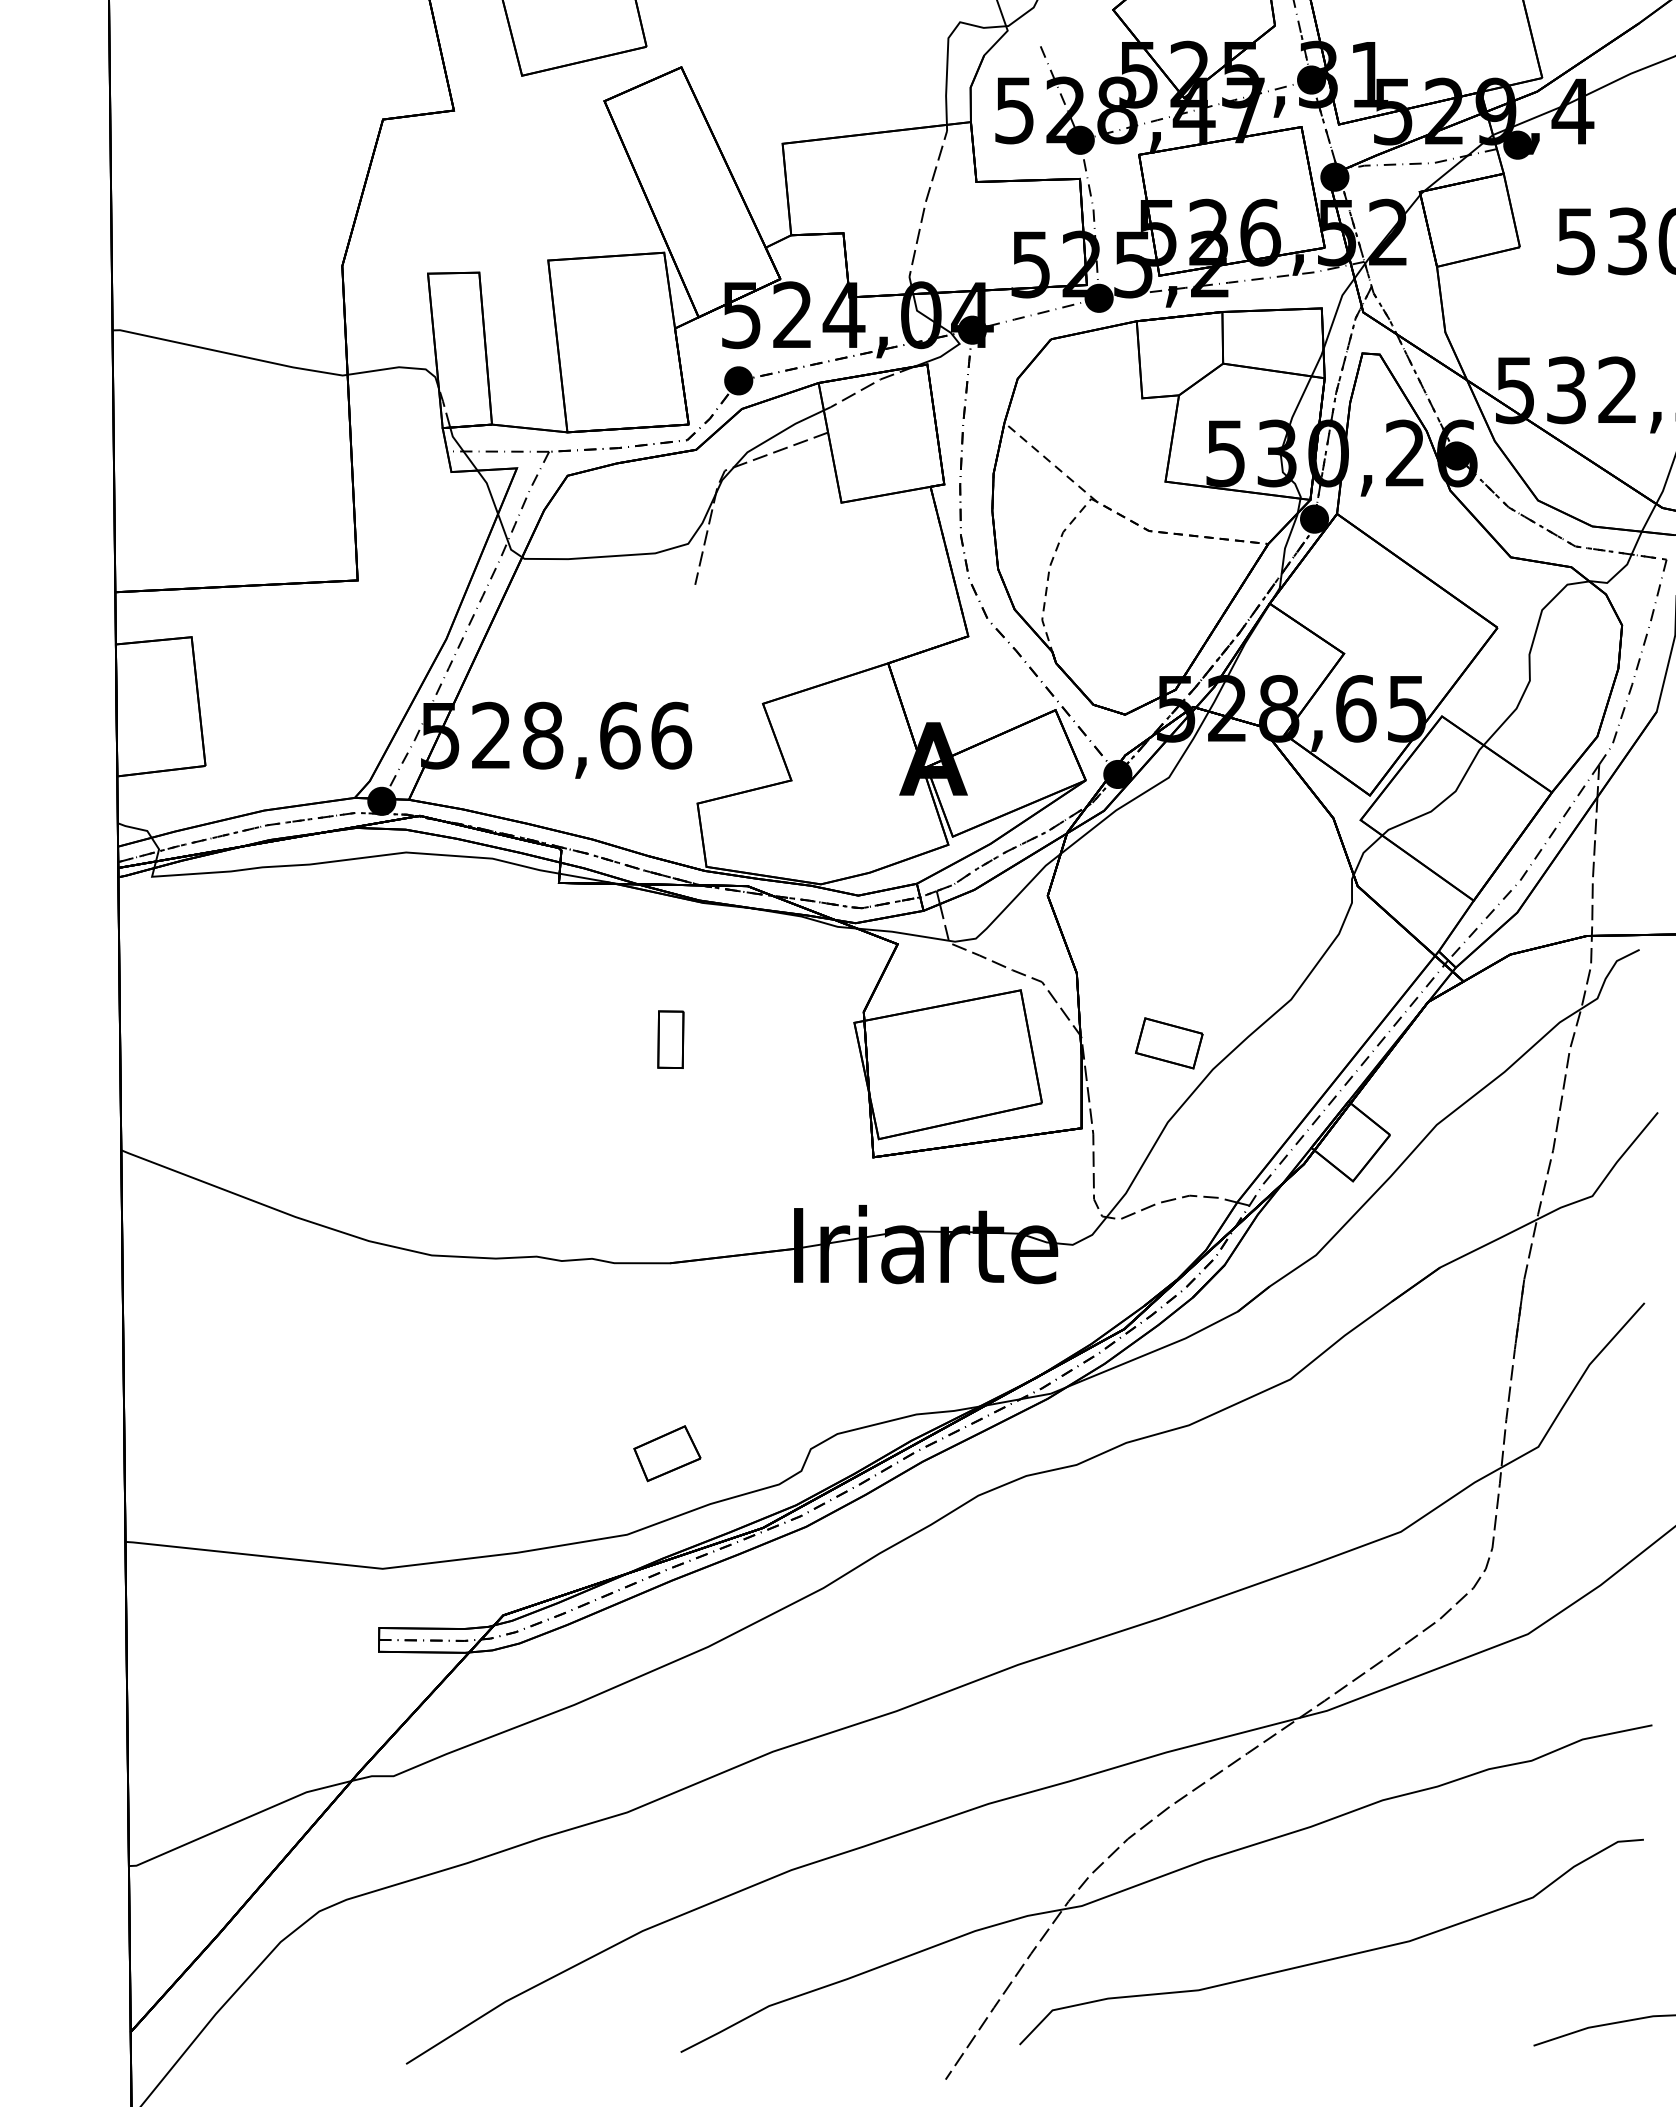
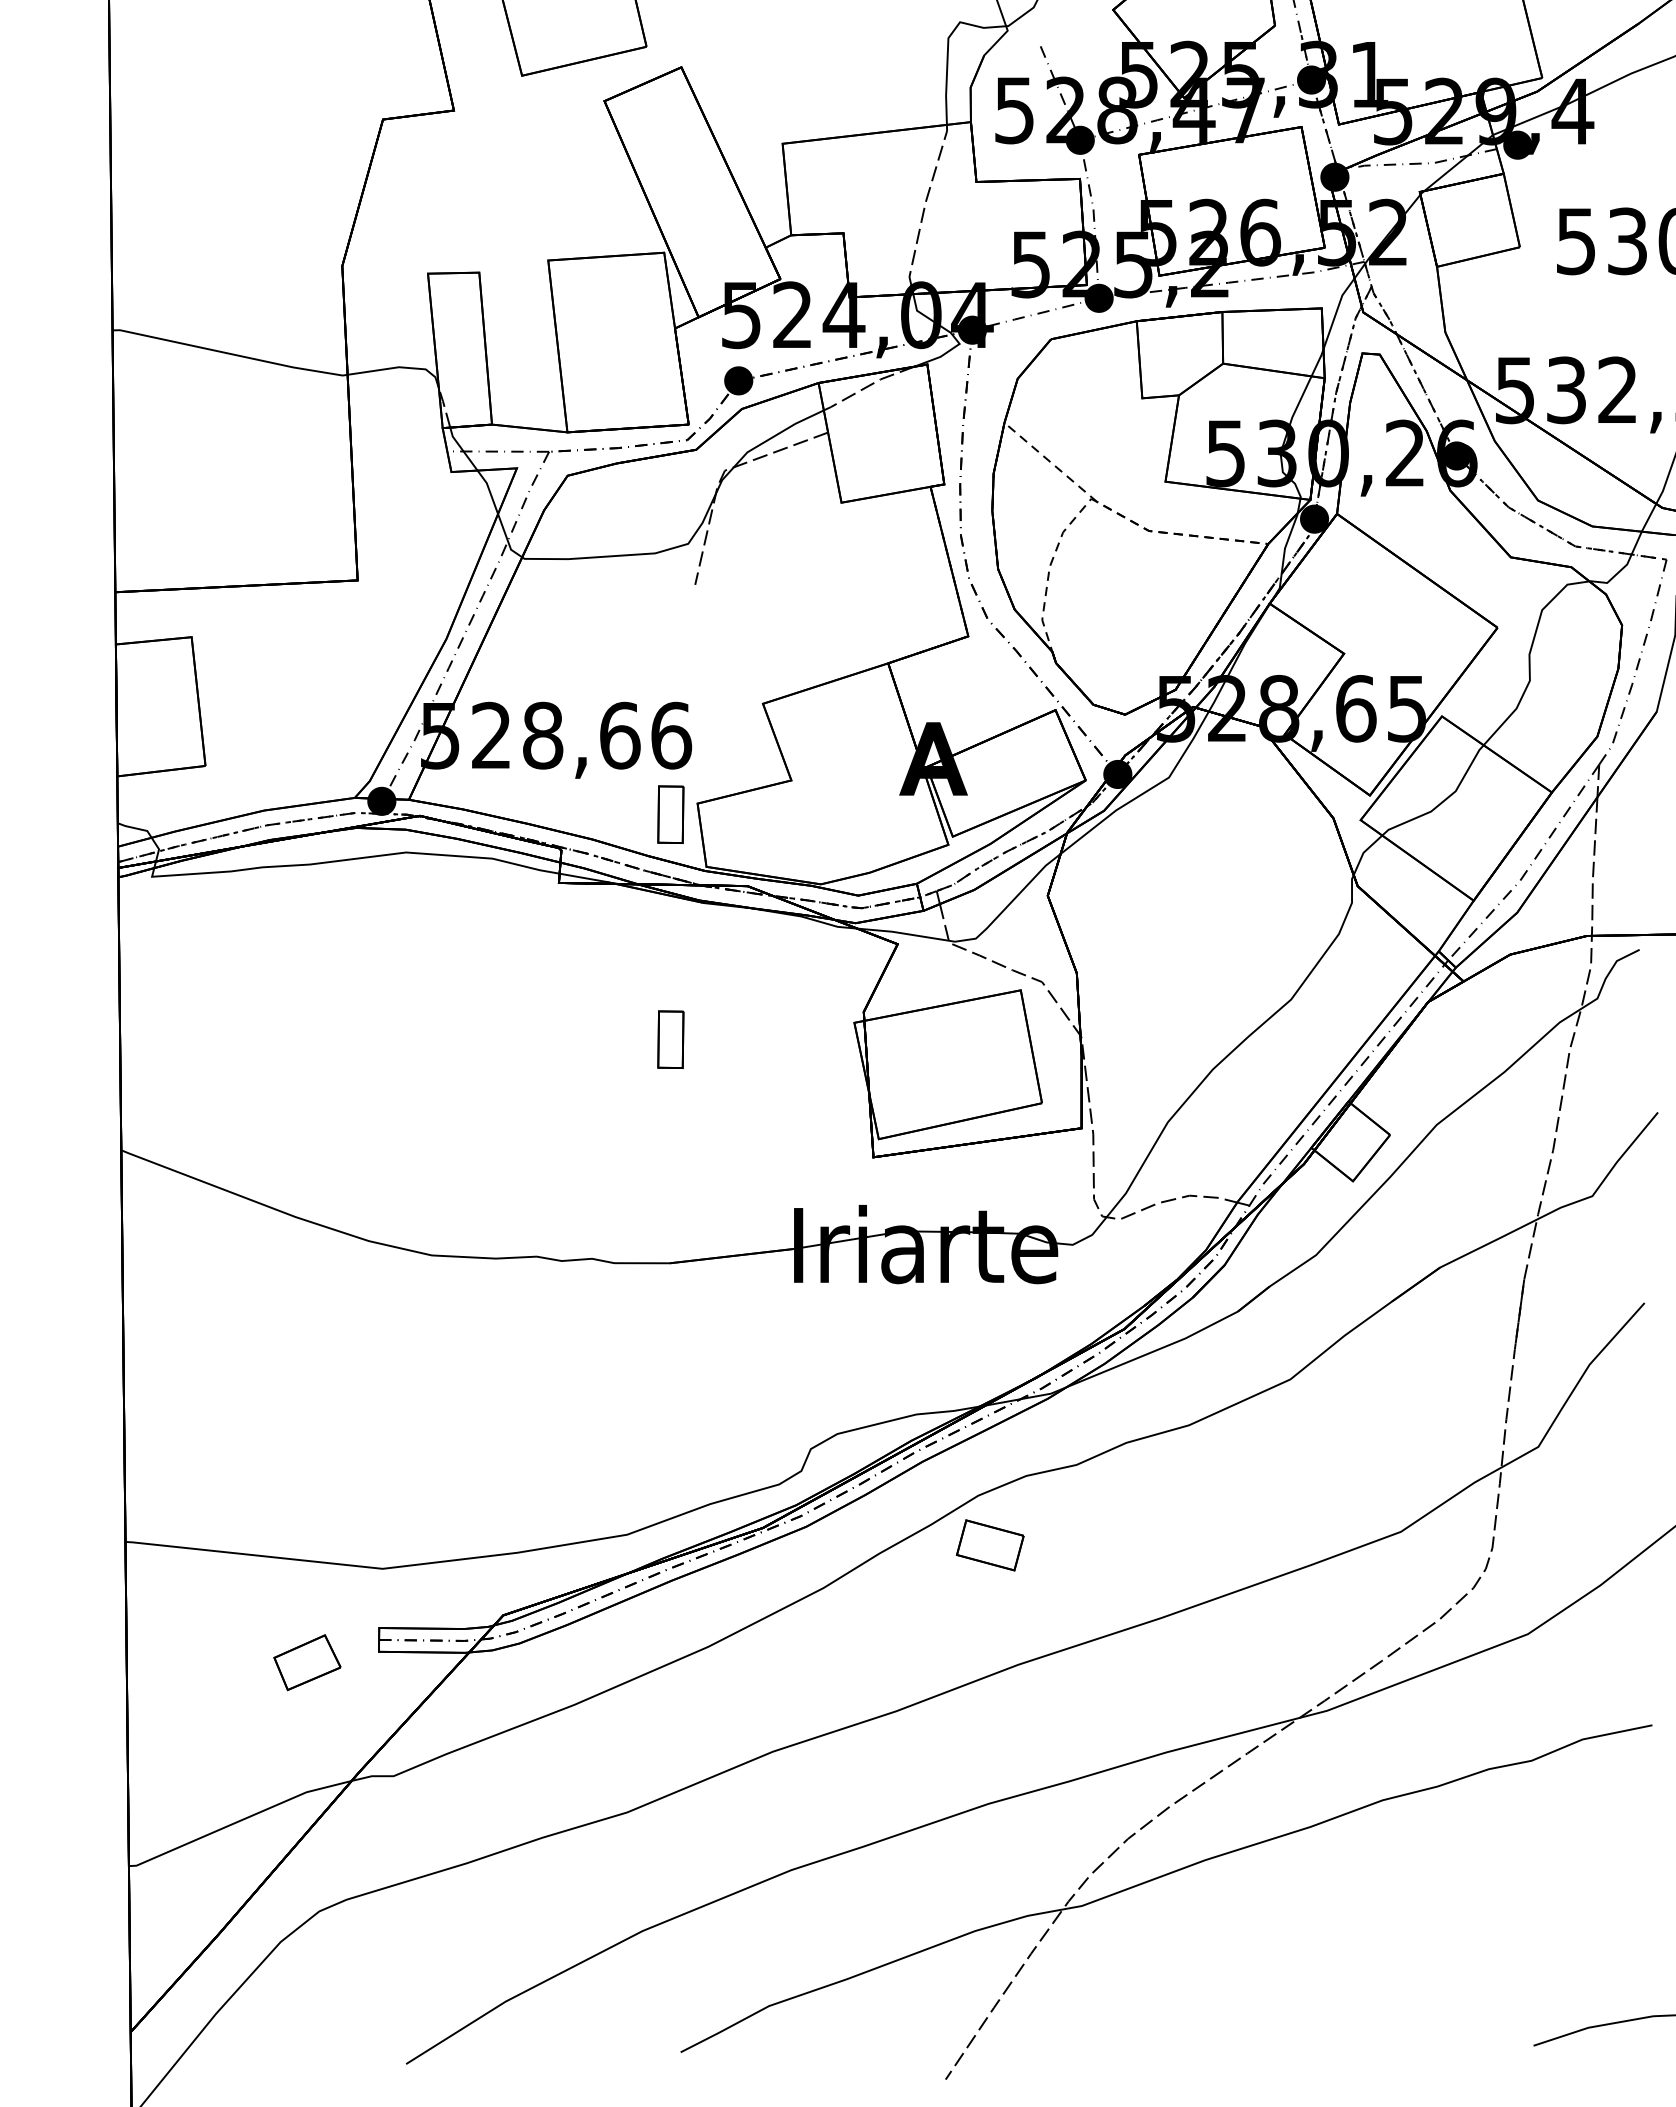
part at (670, 814): none -> present
part at (1168, 1043) position: (1168, 1043) -> (989, 1545)
part at (667, 1453) position: (667, 1453) -> (307, 1662)
curve at (1334, 1957): present -> none
